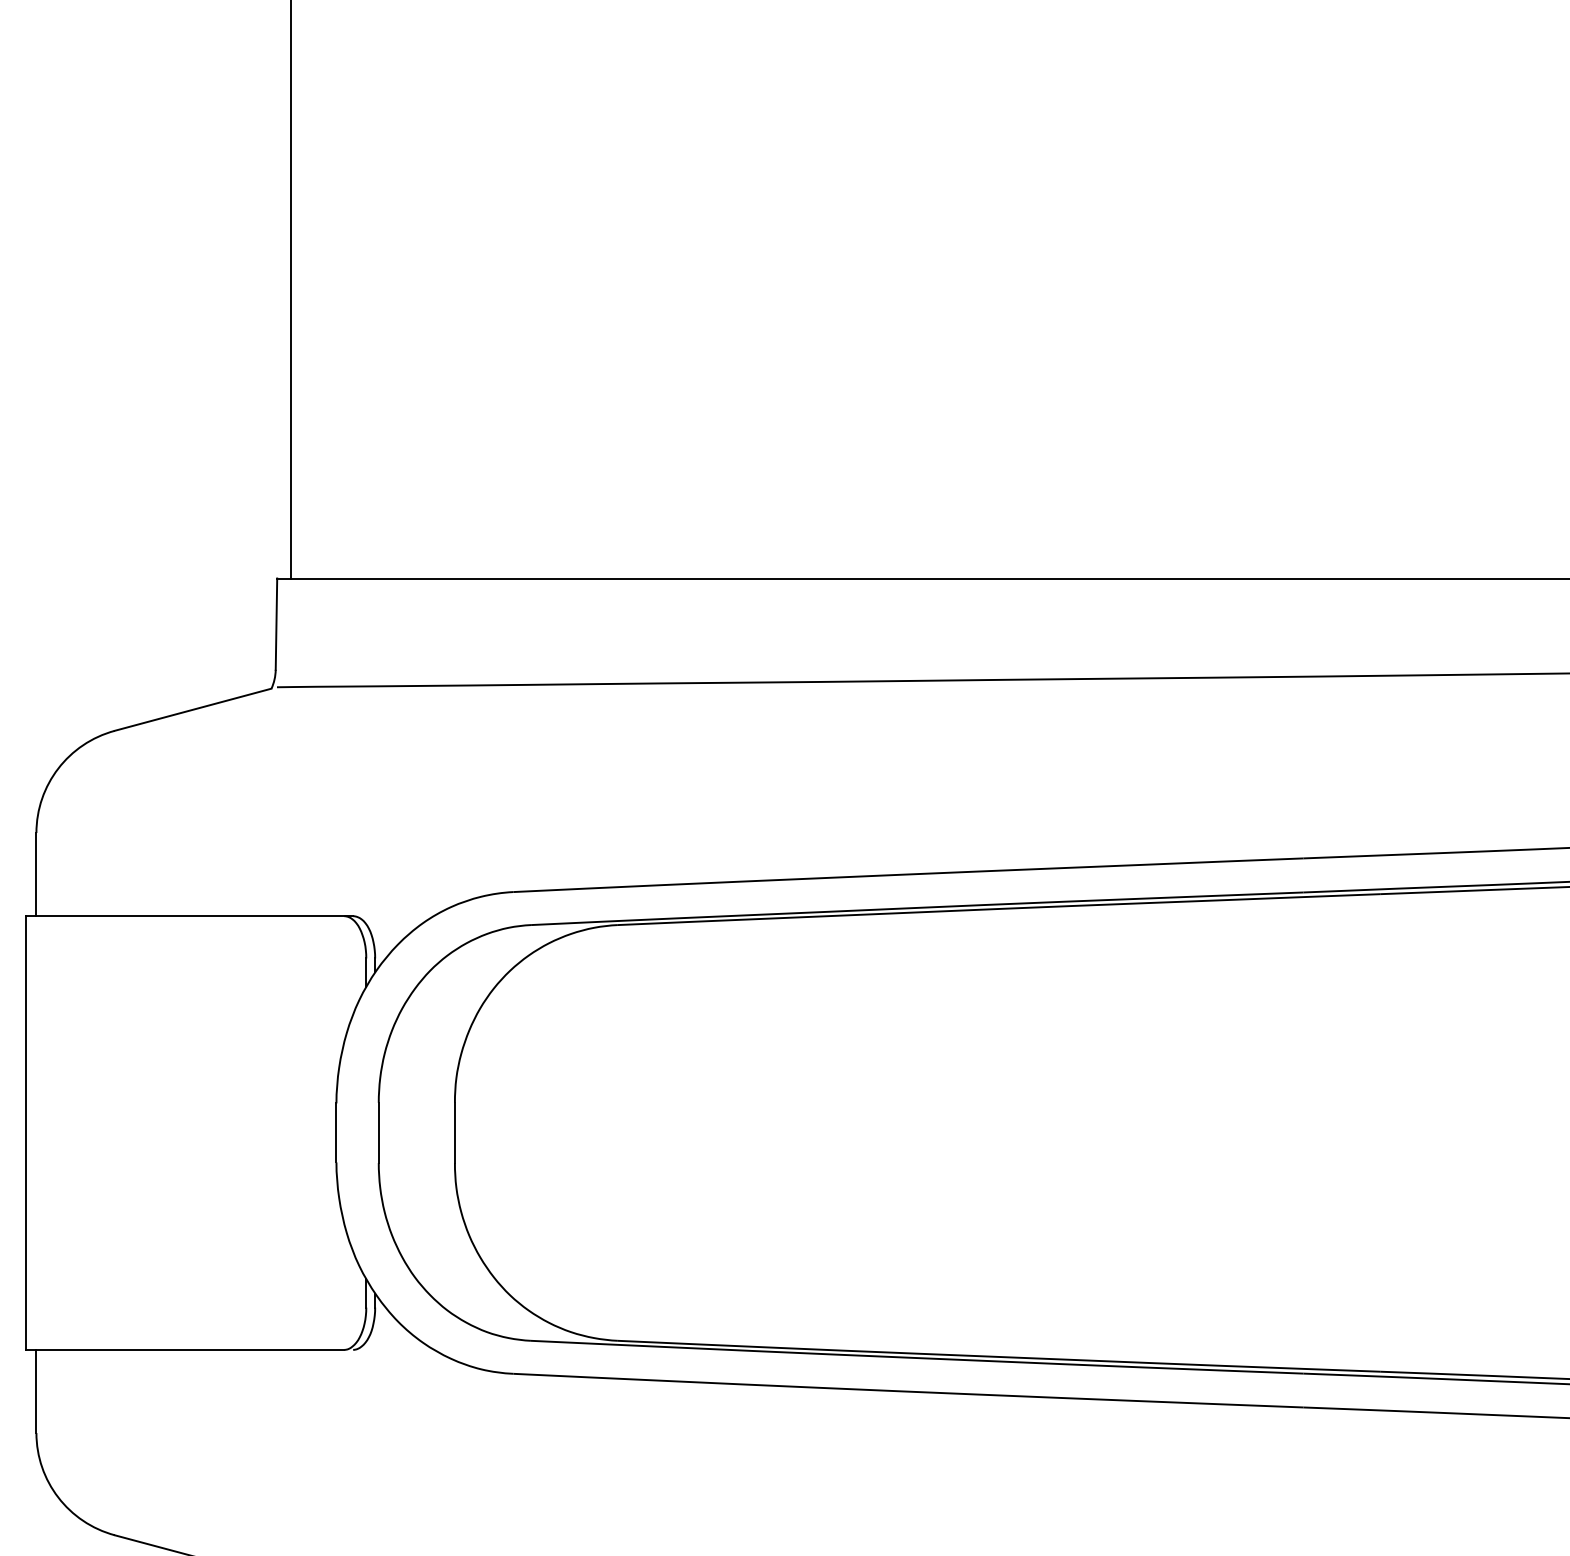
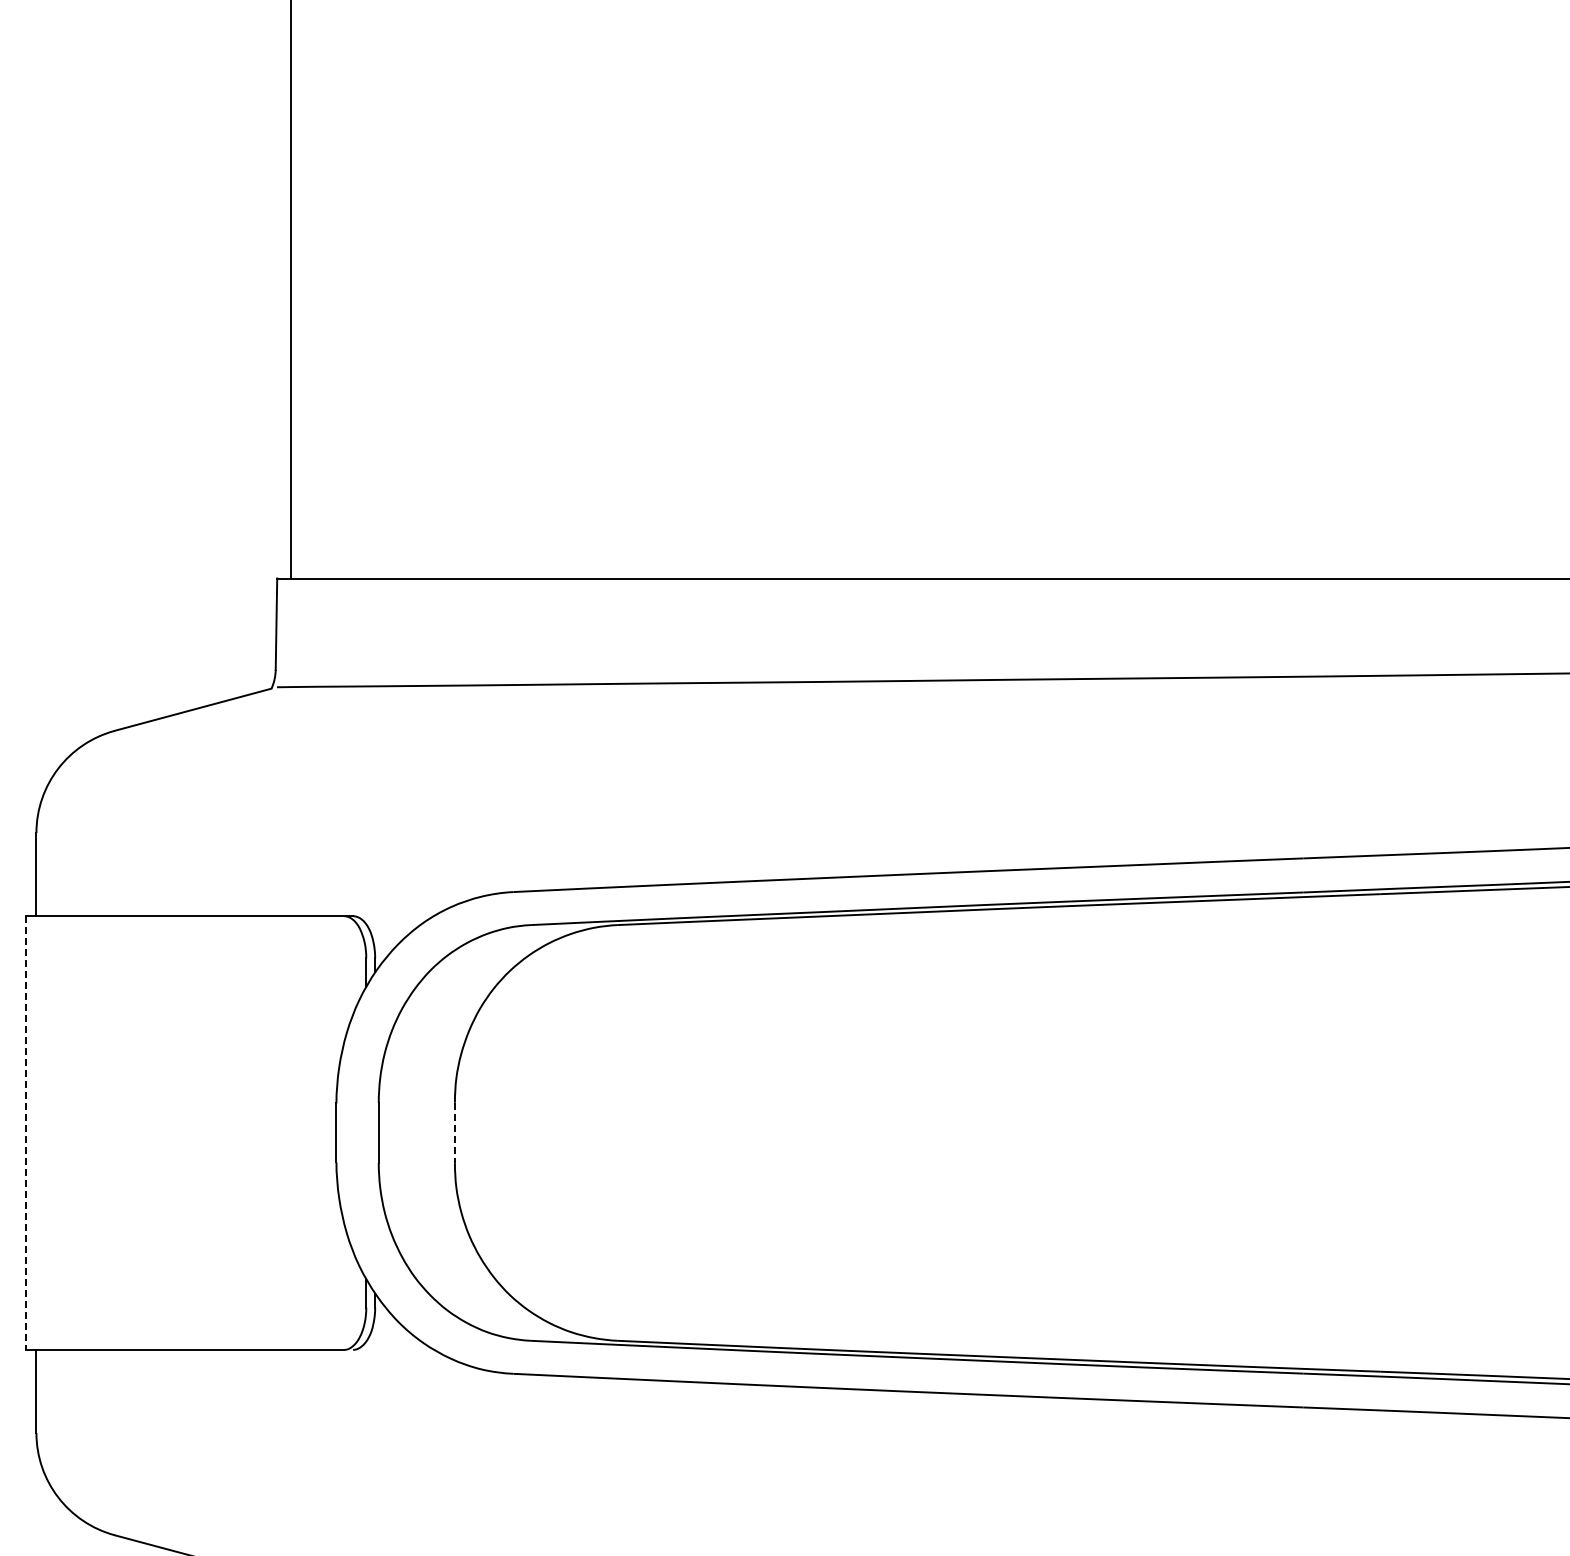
line at (25, 1133): solid -> dashed
line at (454, 1133): solid -> dashed
